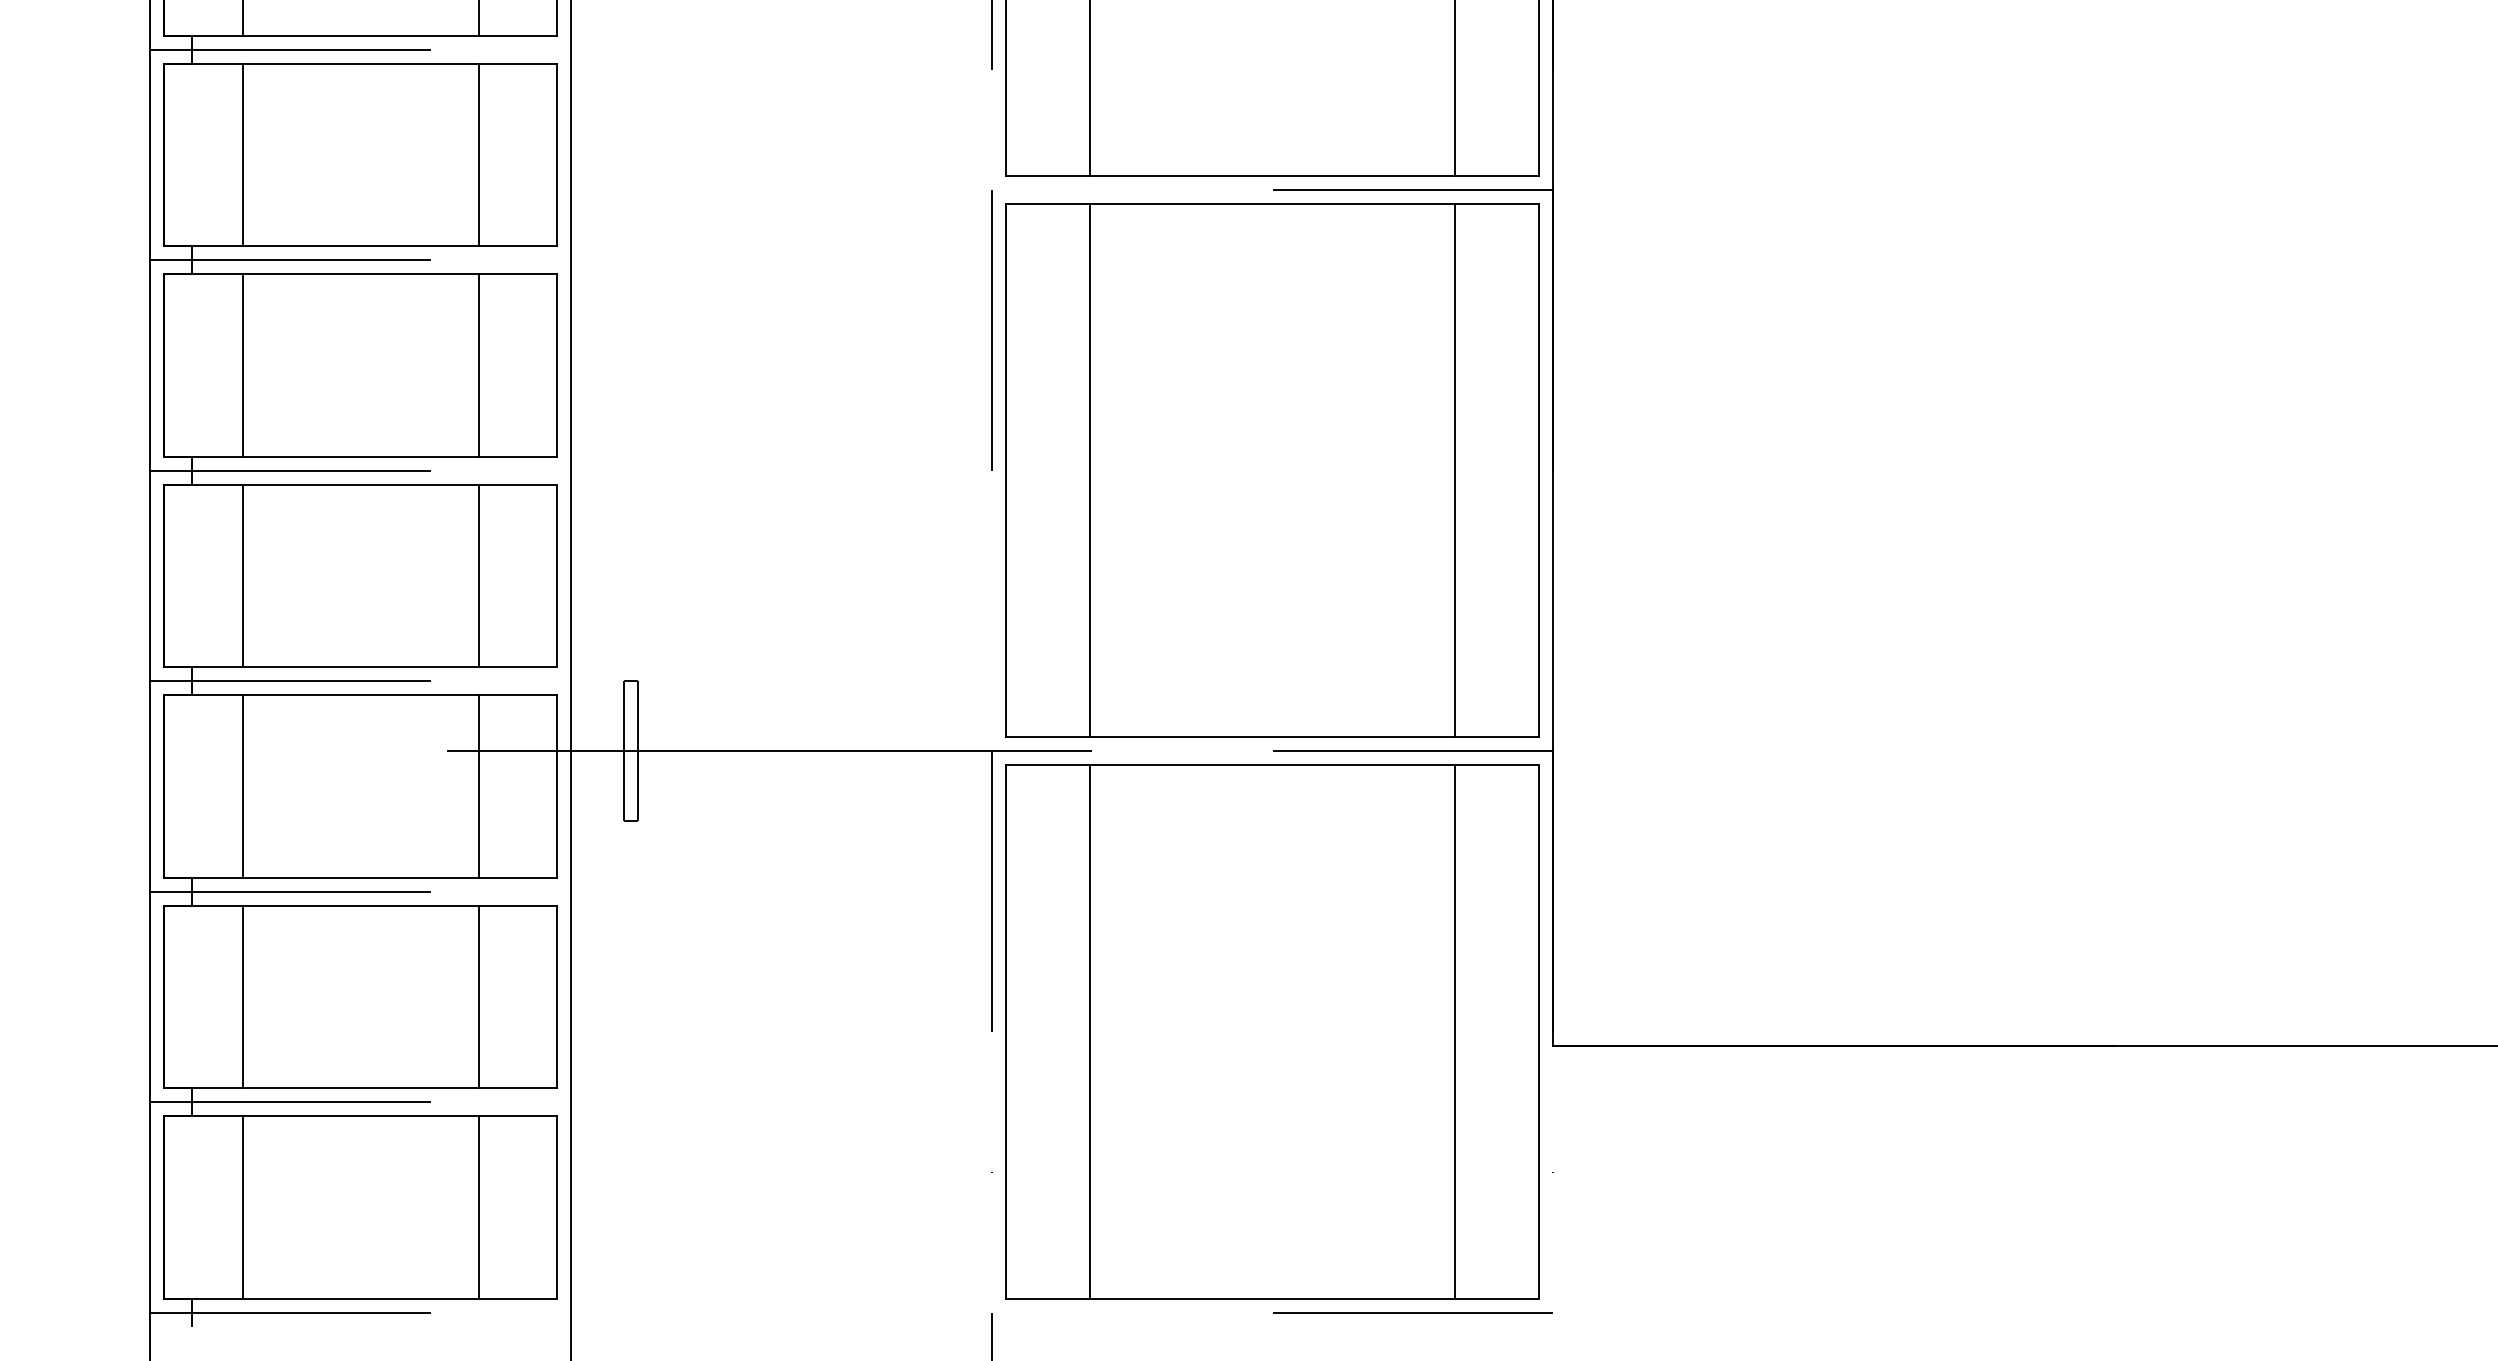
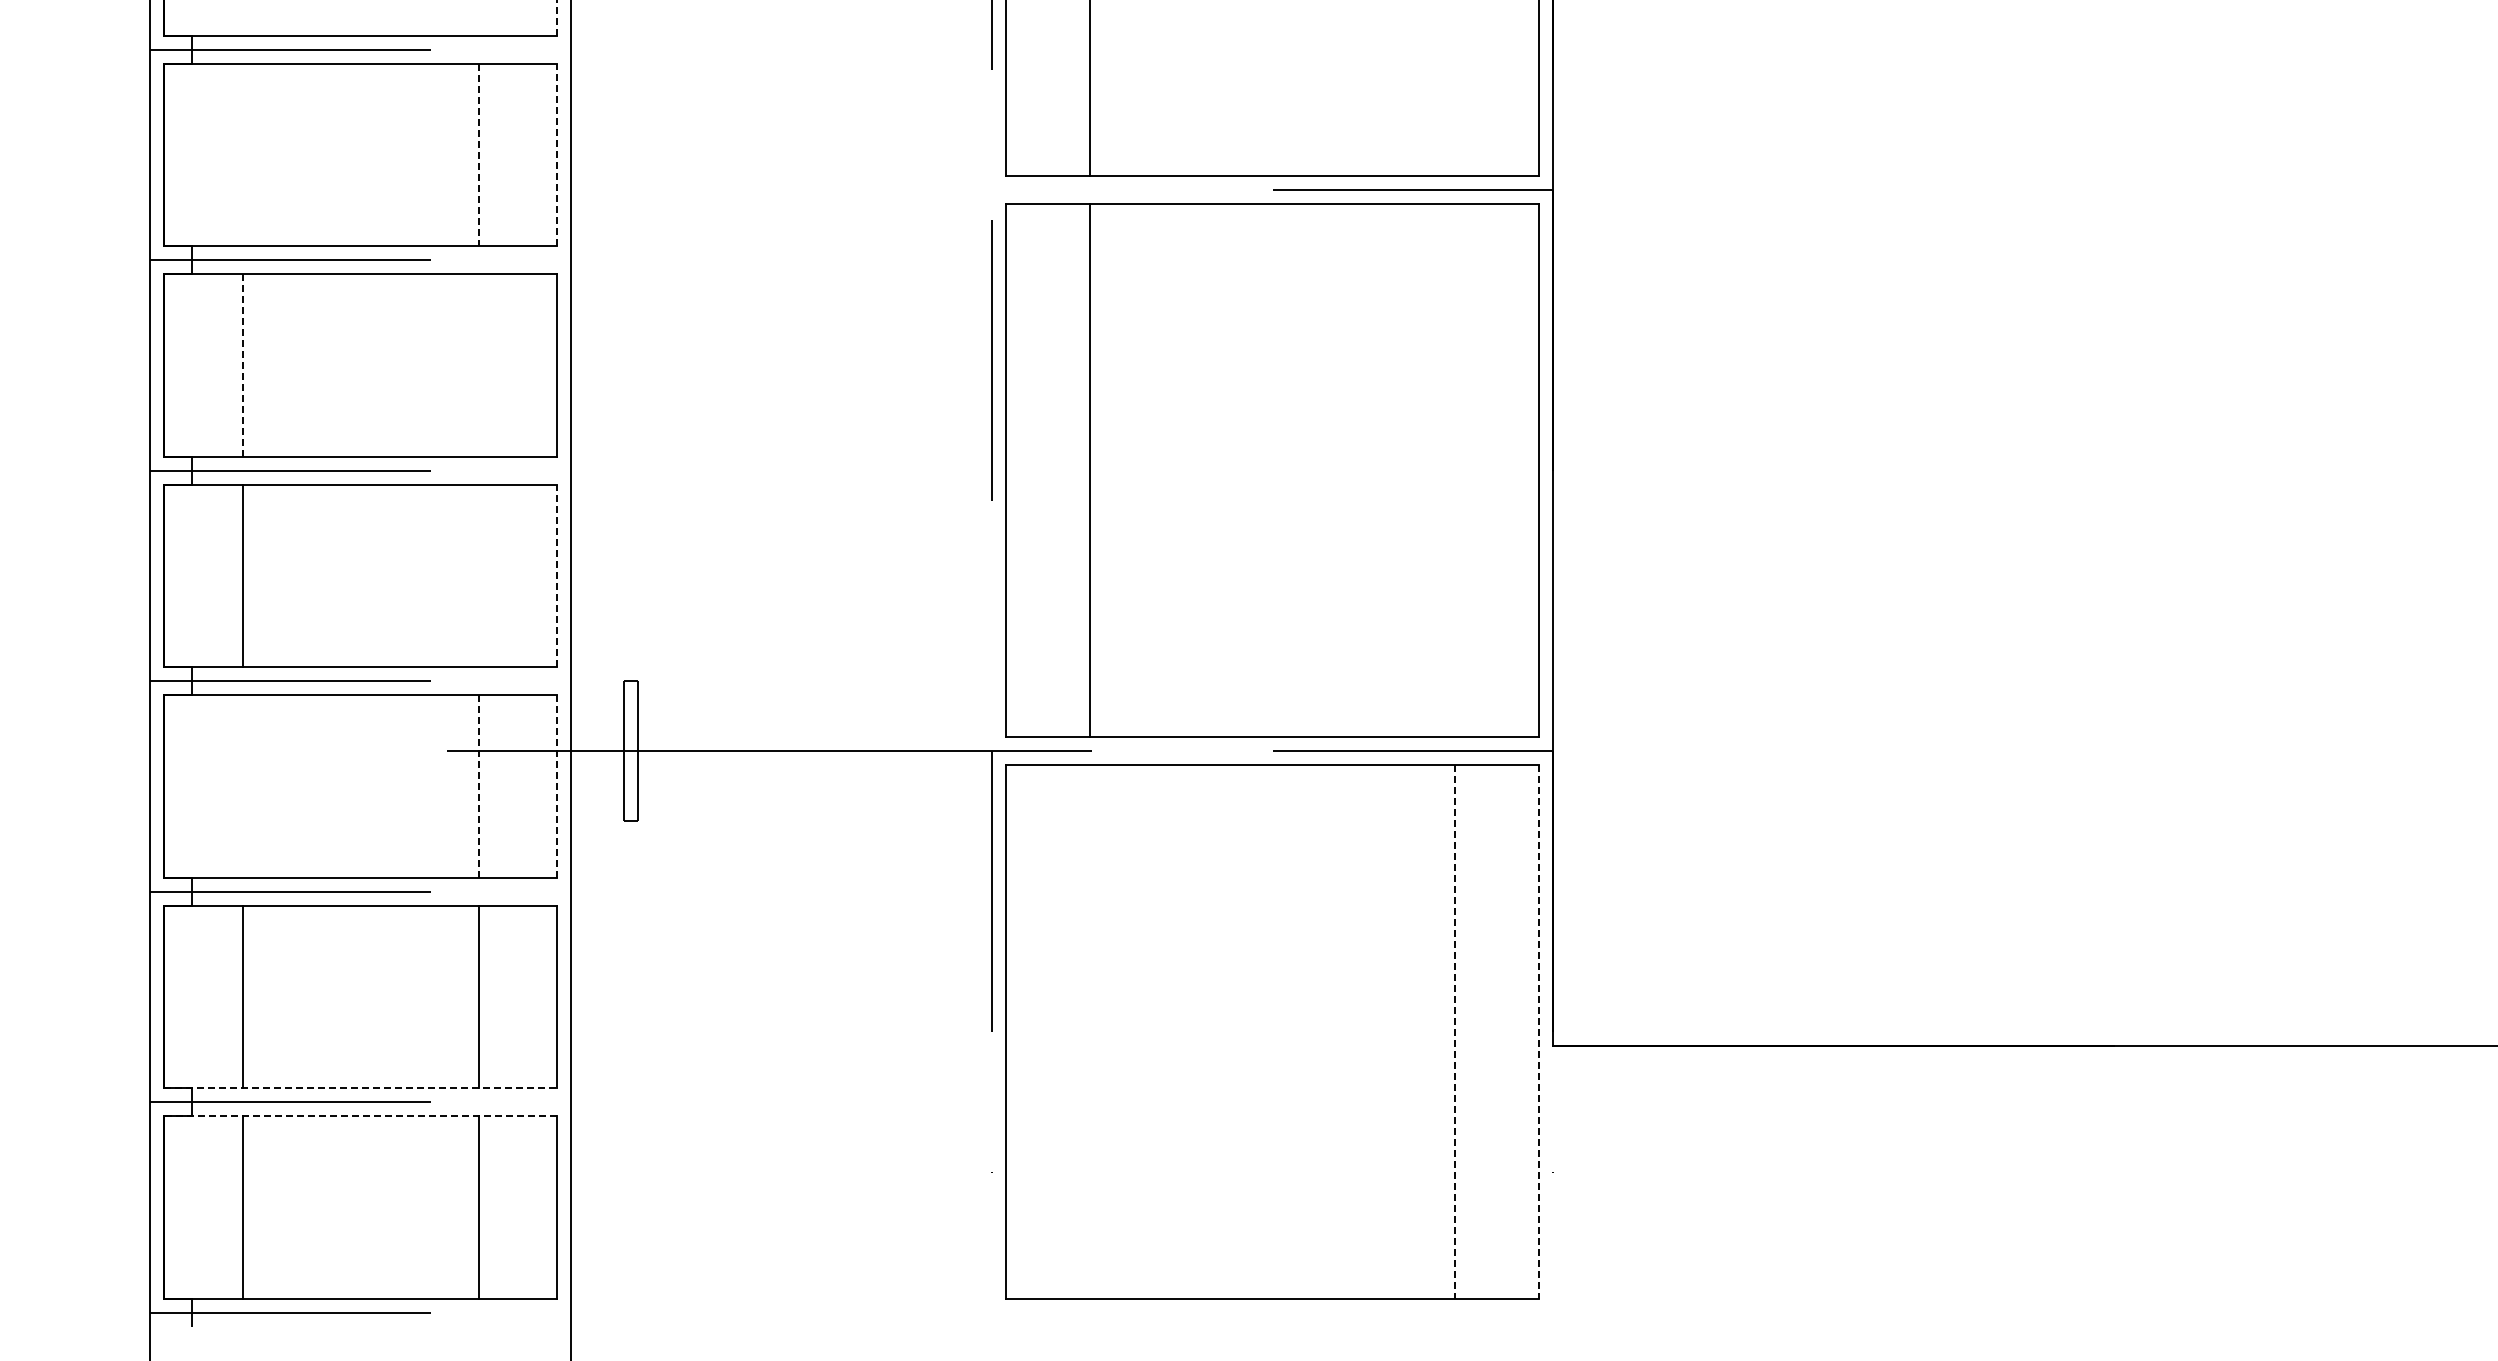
line at (557, 17): solid -> dashed
line at (242, 18): present -> none
line at (478, 18): present -> none
line at (1455, 89): present -> none
line at (242, 154): present -> none
line at (557, 154): solid -> dashed
line at (478, 155): solid -> dashed
line at (991, 330) position: (991, 330) -> (991, 360)
line at (242, 365): solid -> dashed
line at (478, 365): present -> none
line at (1455, 470): present -> none
line at (478, 575): present -> none
line at (557, 575): solid -> dashed
line at (557, 785): solid -> dashed
line at (242, 786): present -> none
line at (478, 786): solid -> dashed
line at (1090, 1031): present -> none
line at (1455, 1031): solid -> dashed
line at (1539, 1031): solid -> dashed
line at (361, 1088): solid -> dashed
line at (360, 1116): solid -> dashed
line at (1412, 1312): present -> none
line at (992, 1334): present -> none
